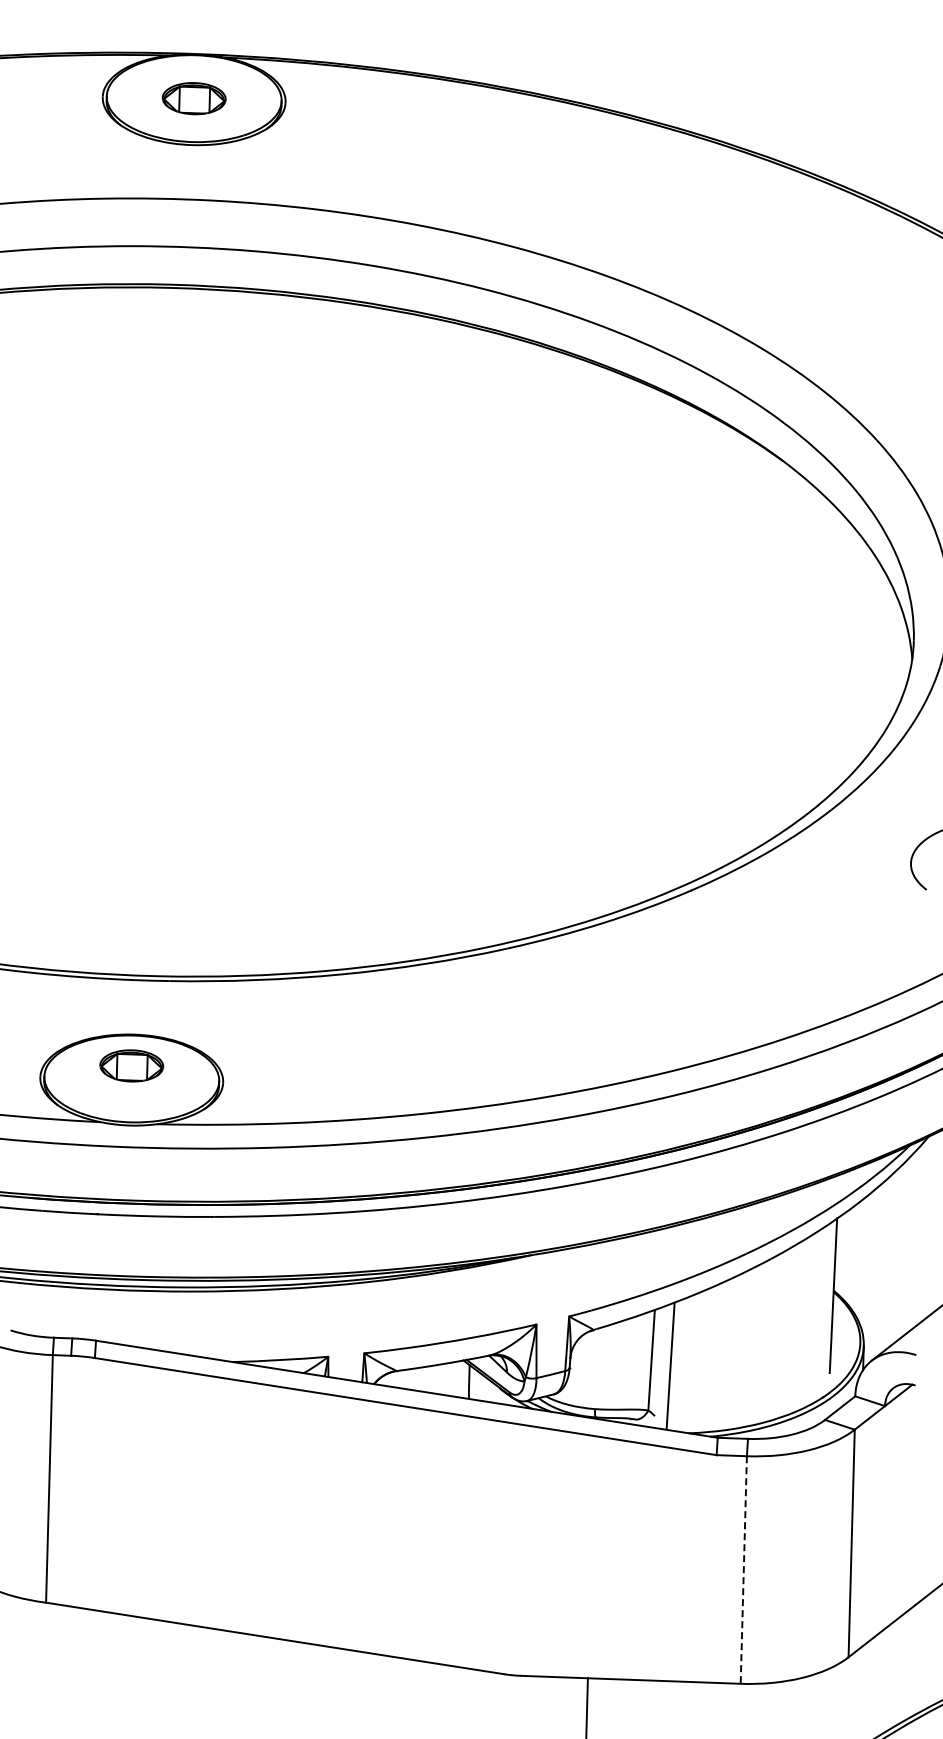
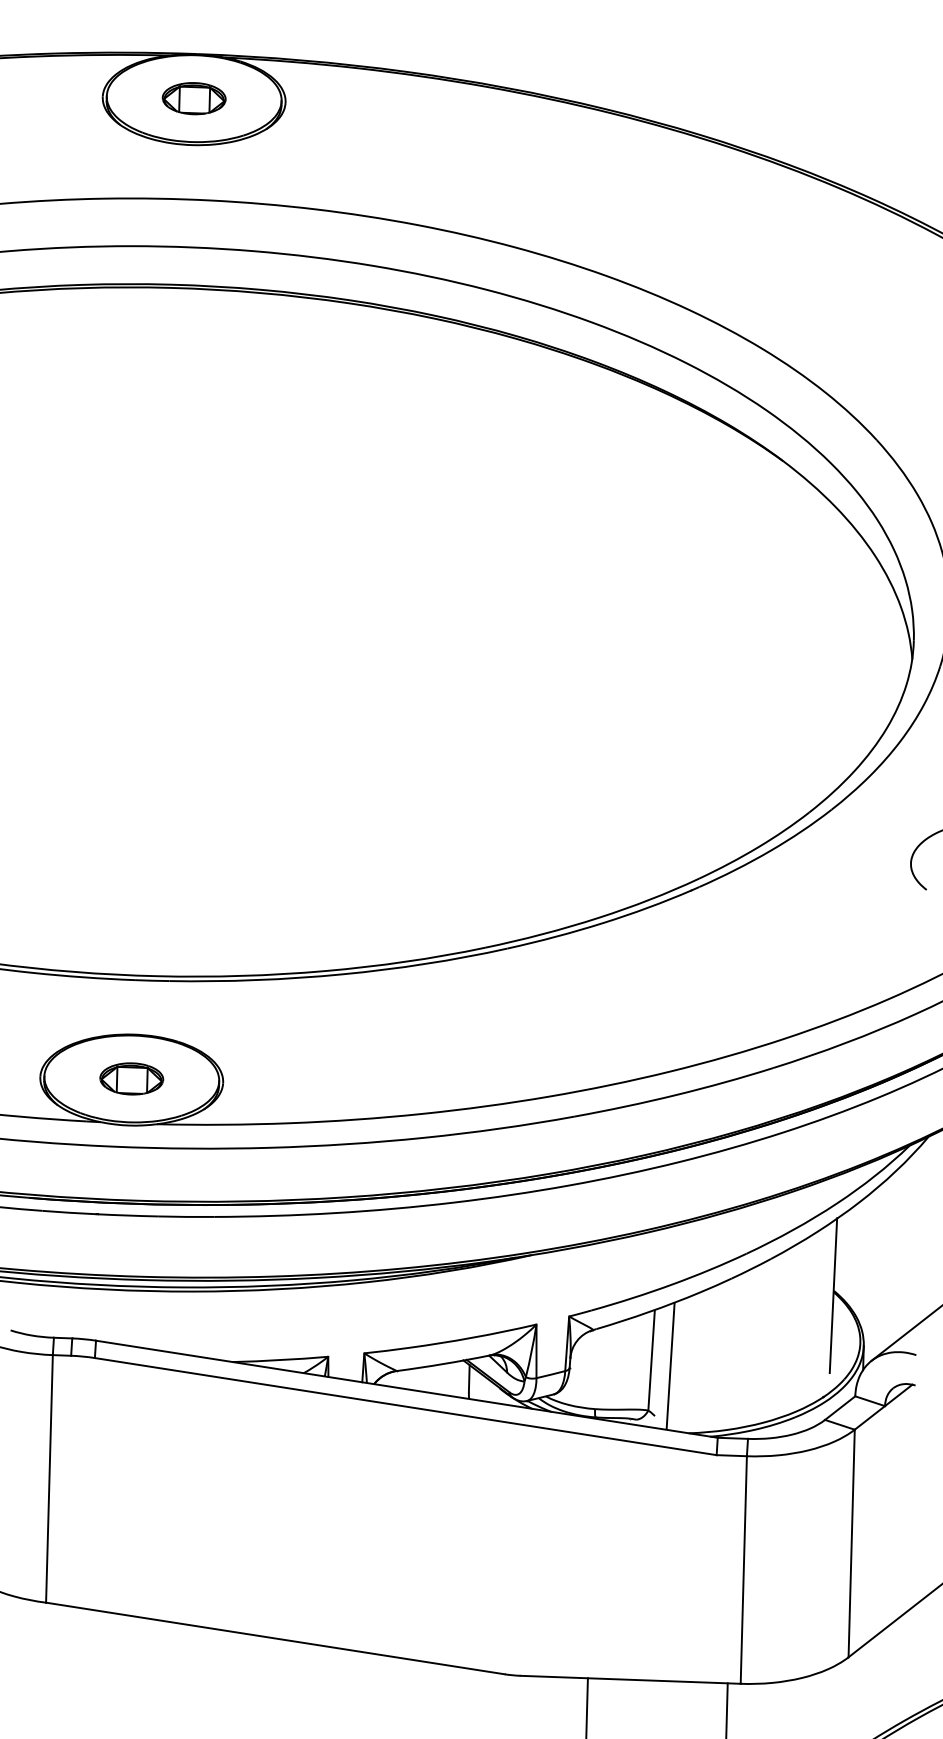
part at (131, 1065) position: (131, 1065) -> (131, 1078)
line at (743, 1570): dashed -> solid
line at (726, 1709): none -> present
